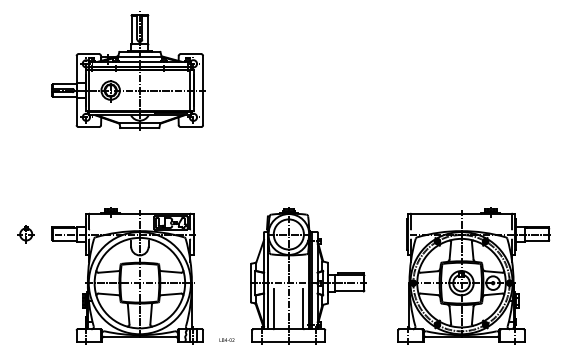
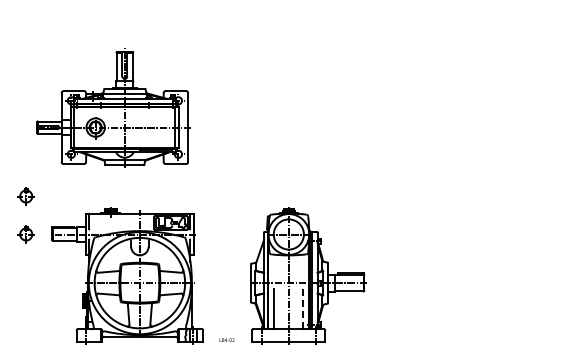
part at (128, 70) position: (128, 70) -> (113, 107)
part at (25, 196): none -> present
part at (473, 275): present -> none
line at (303, 308): solid -> dashed
